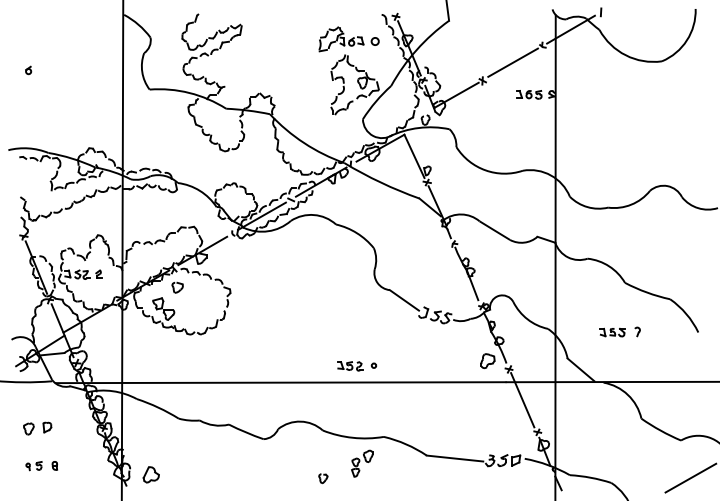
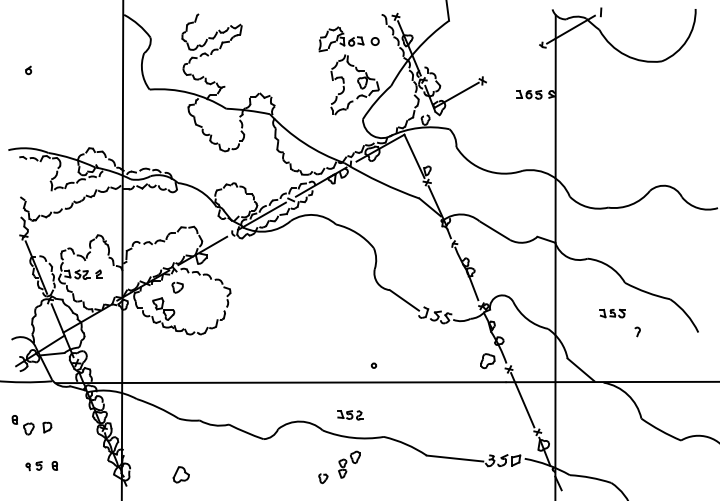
line at (512, 62): present -> none
part at (612, 332) position: (612, 332) -> (612, 313)
part at (350, 366) position: (350, 366) -> (350, 415)
part at (14, 419): none -> present
part at (362, 463) position: (362, 463) -> (349, 464)
part at (150, 474) position: (150, 474) -> (180, 474)
line at (690, 477): present -> none
